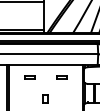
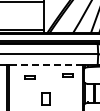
line at (45, 65): solid -> dashed
part at (61, 77) position: (61, 77) -> (67, 75)
part at (45, 98) size: 7x10 px -> 10x14 px
